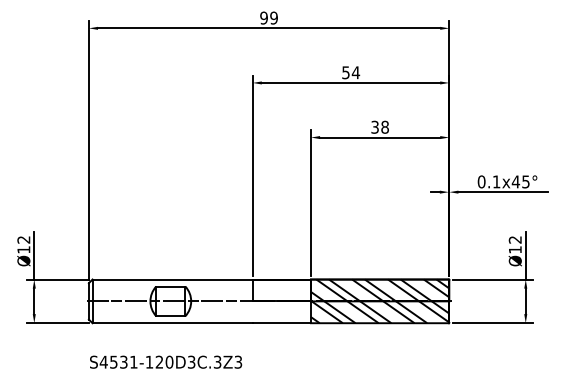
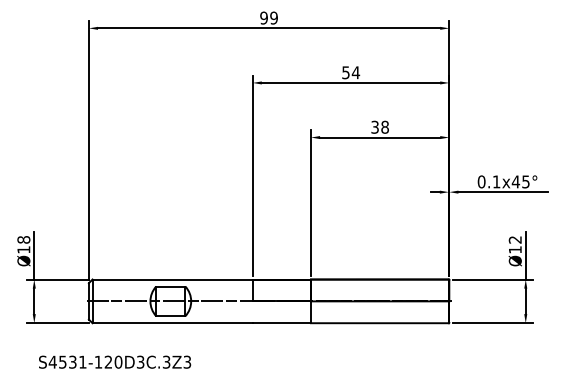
text at (23, 239): Ø12 -> Ø18
hatch at (379, 301): present -> none
text at (166, 361) position: (166, 361) -> (115, 361)
